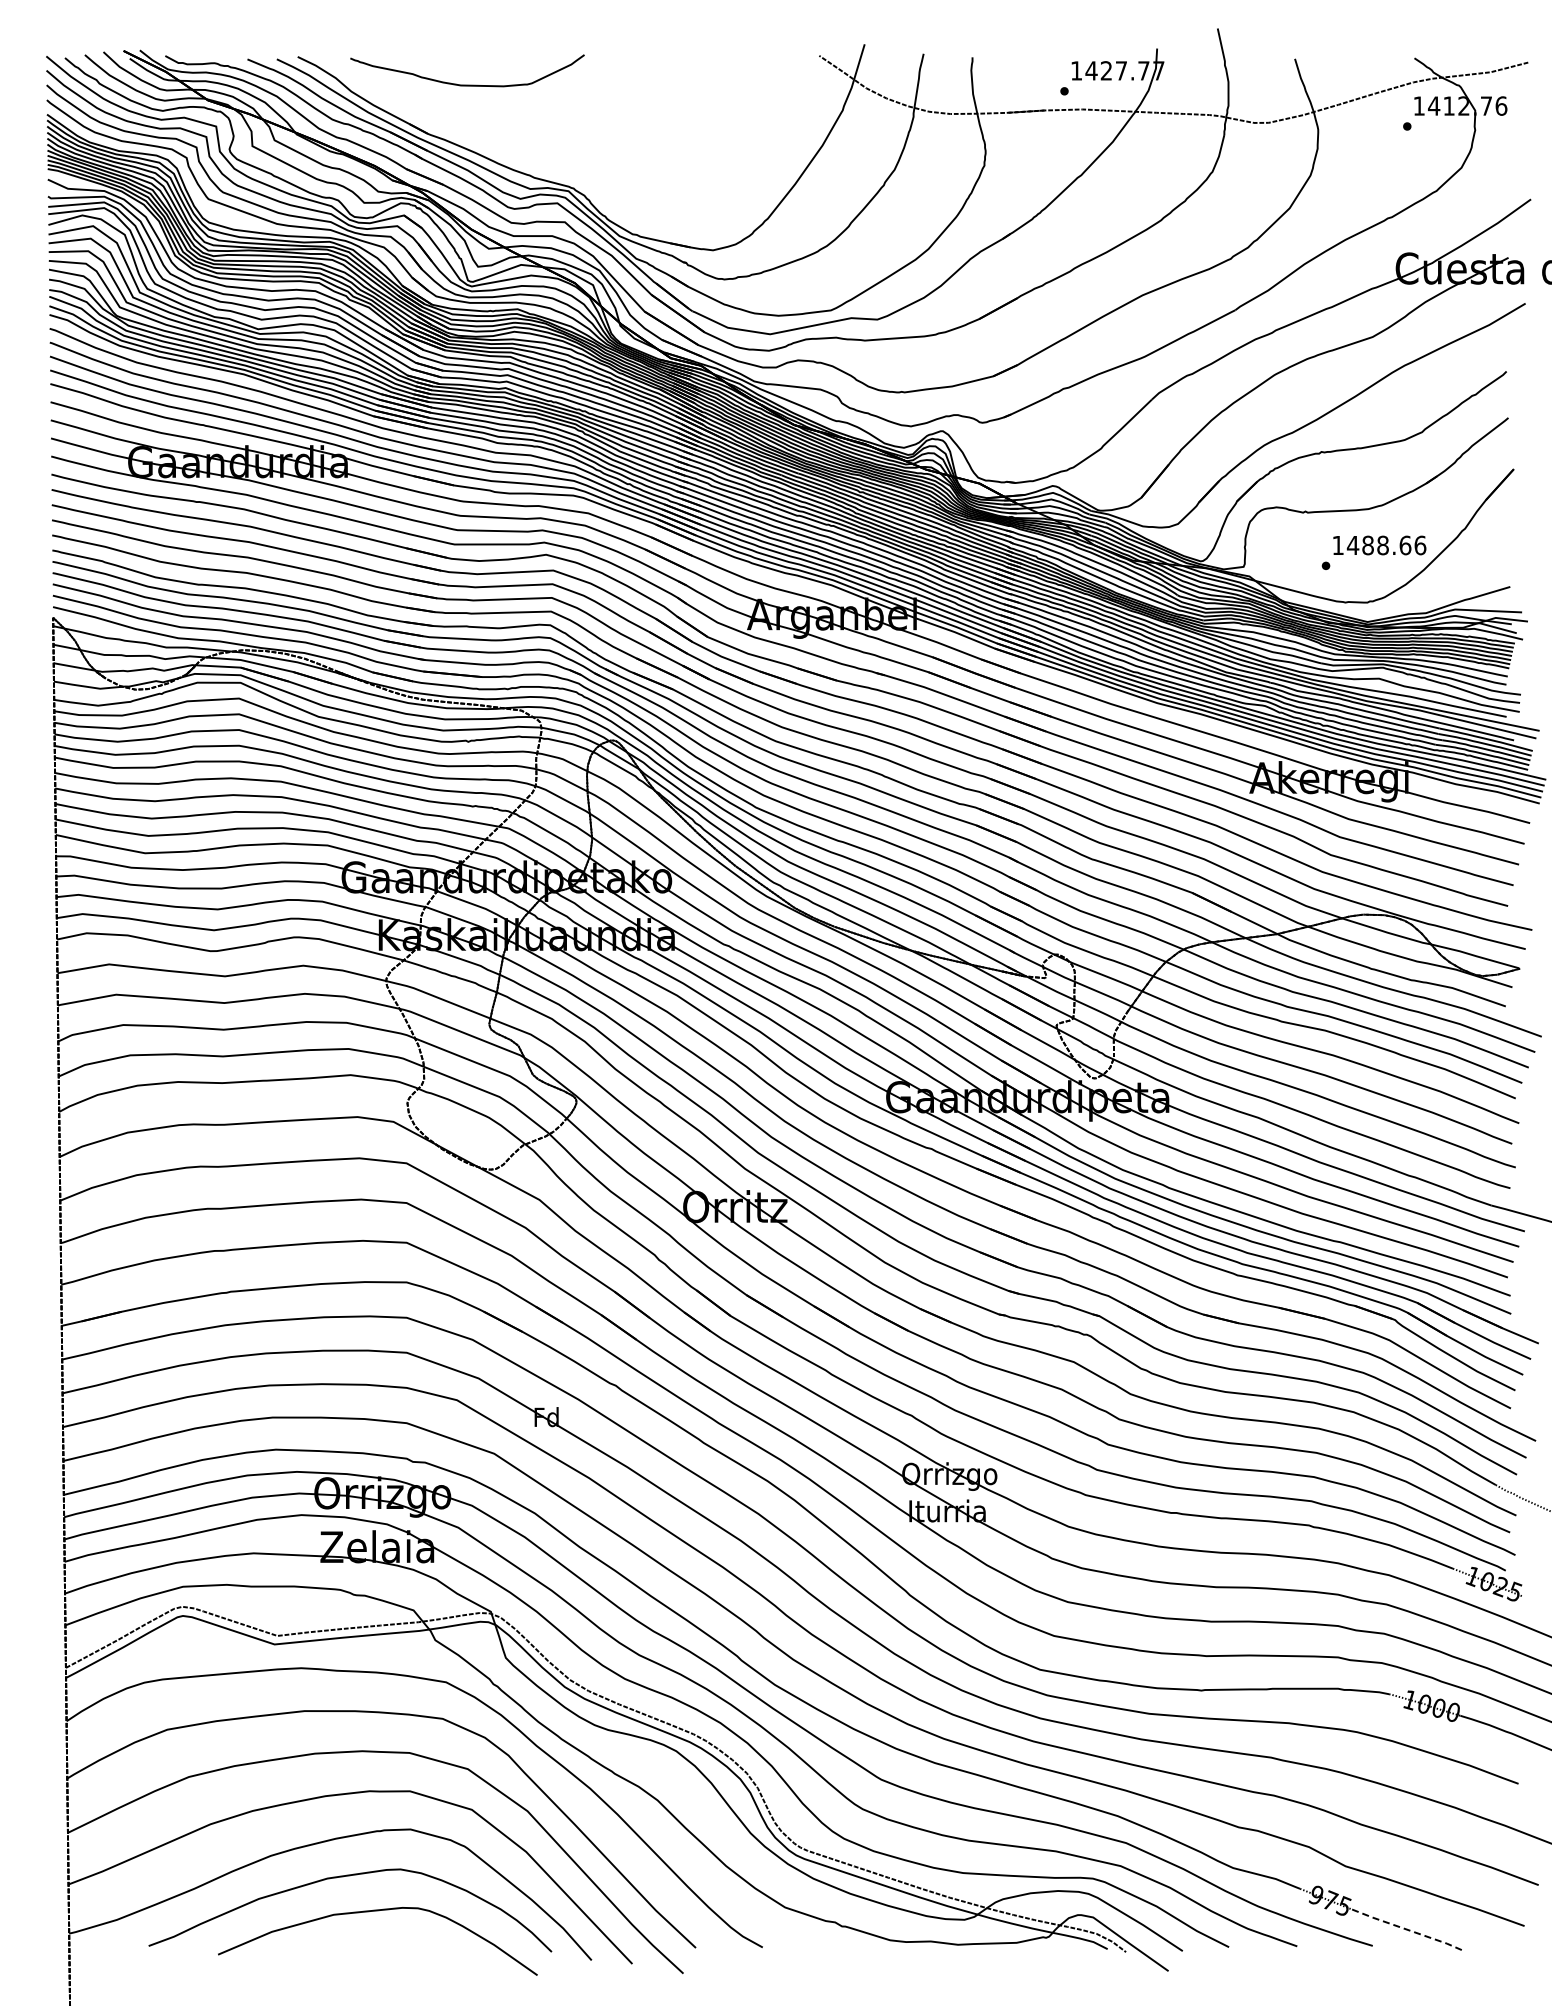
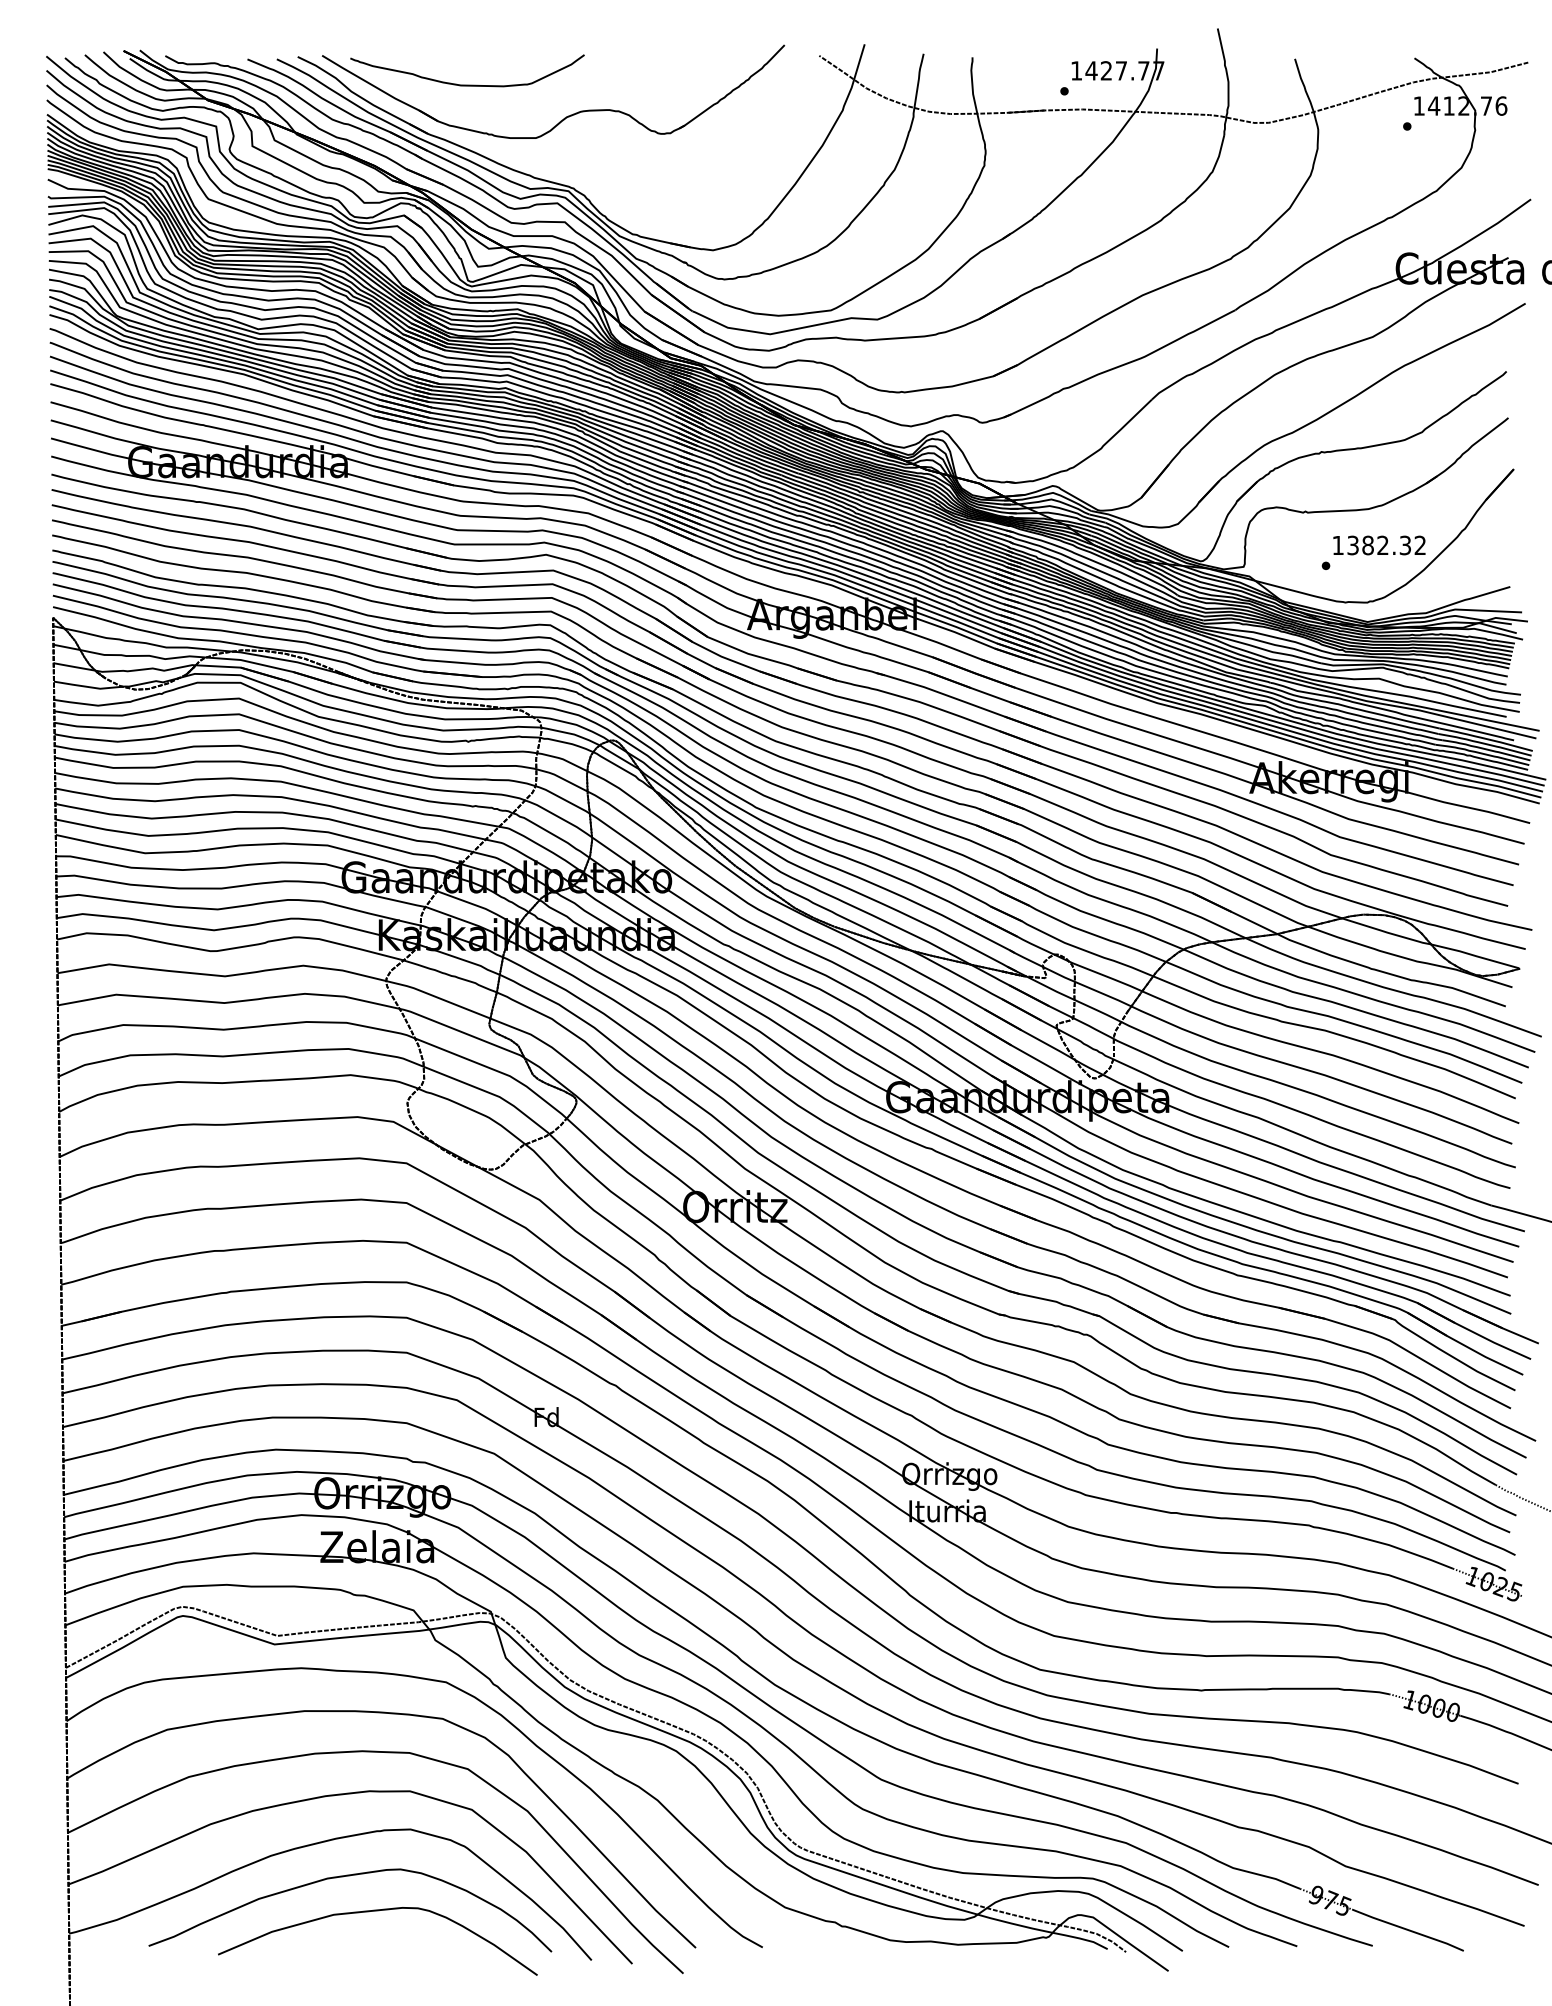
part at (566, 116): none -> present
text at (1386, 545): 1488.66 -> 1382.32
line at (1408, 1930): dashed -> solid
